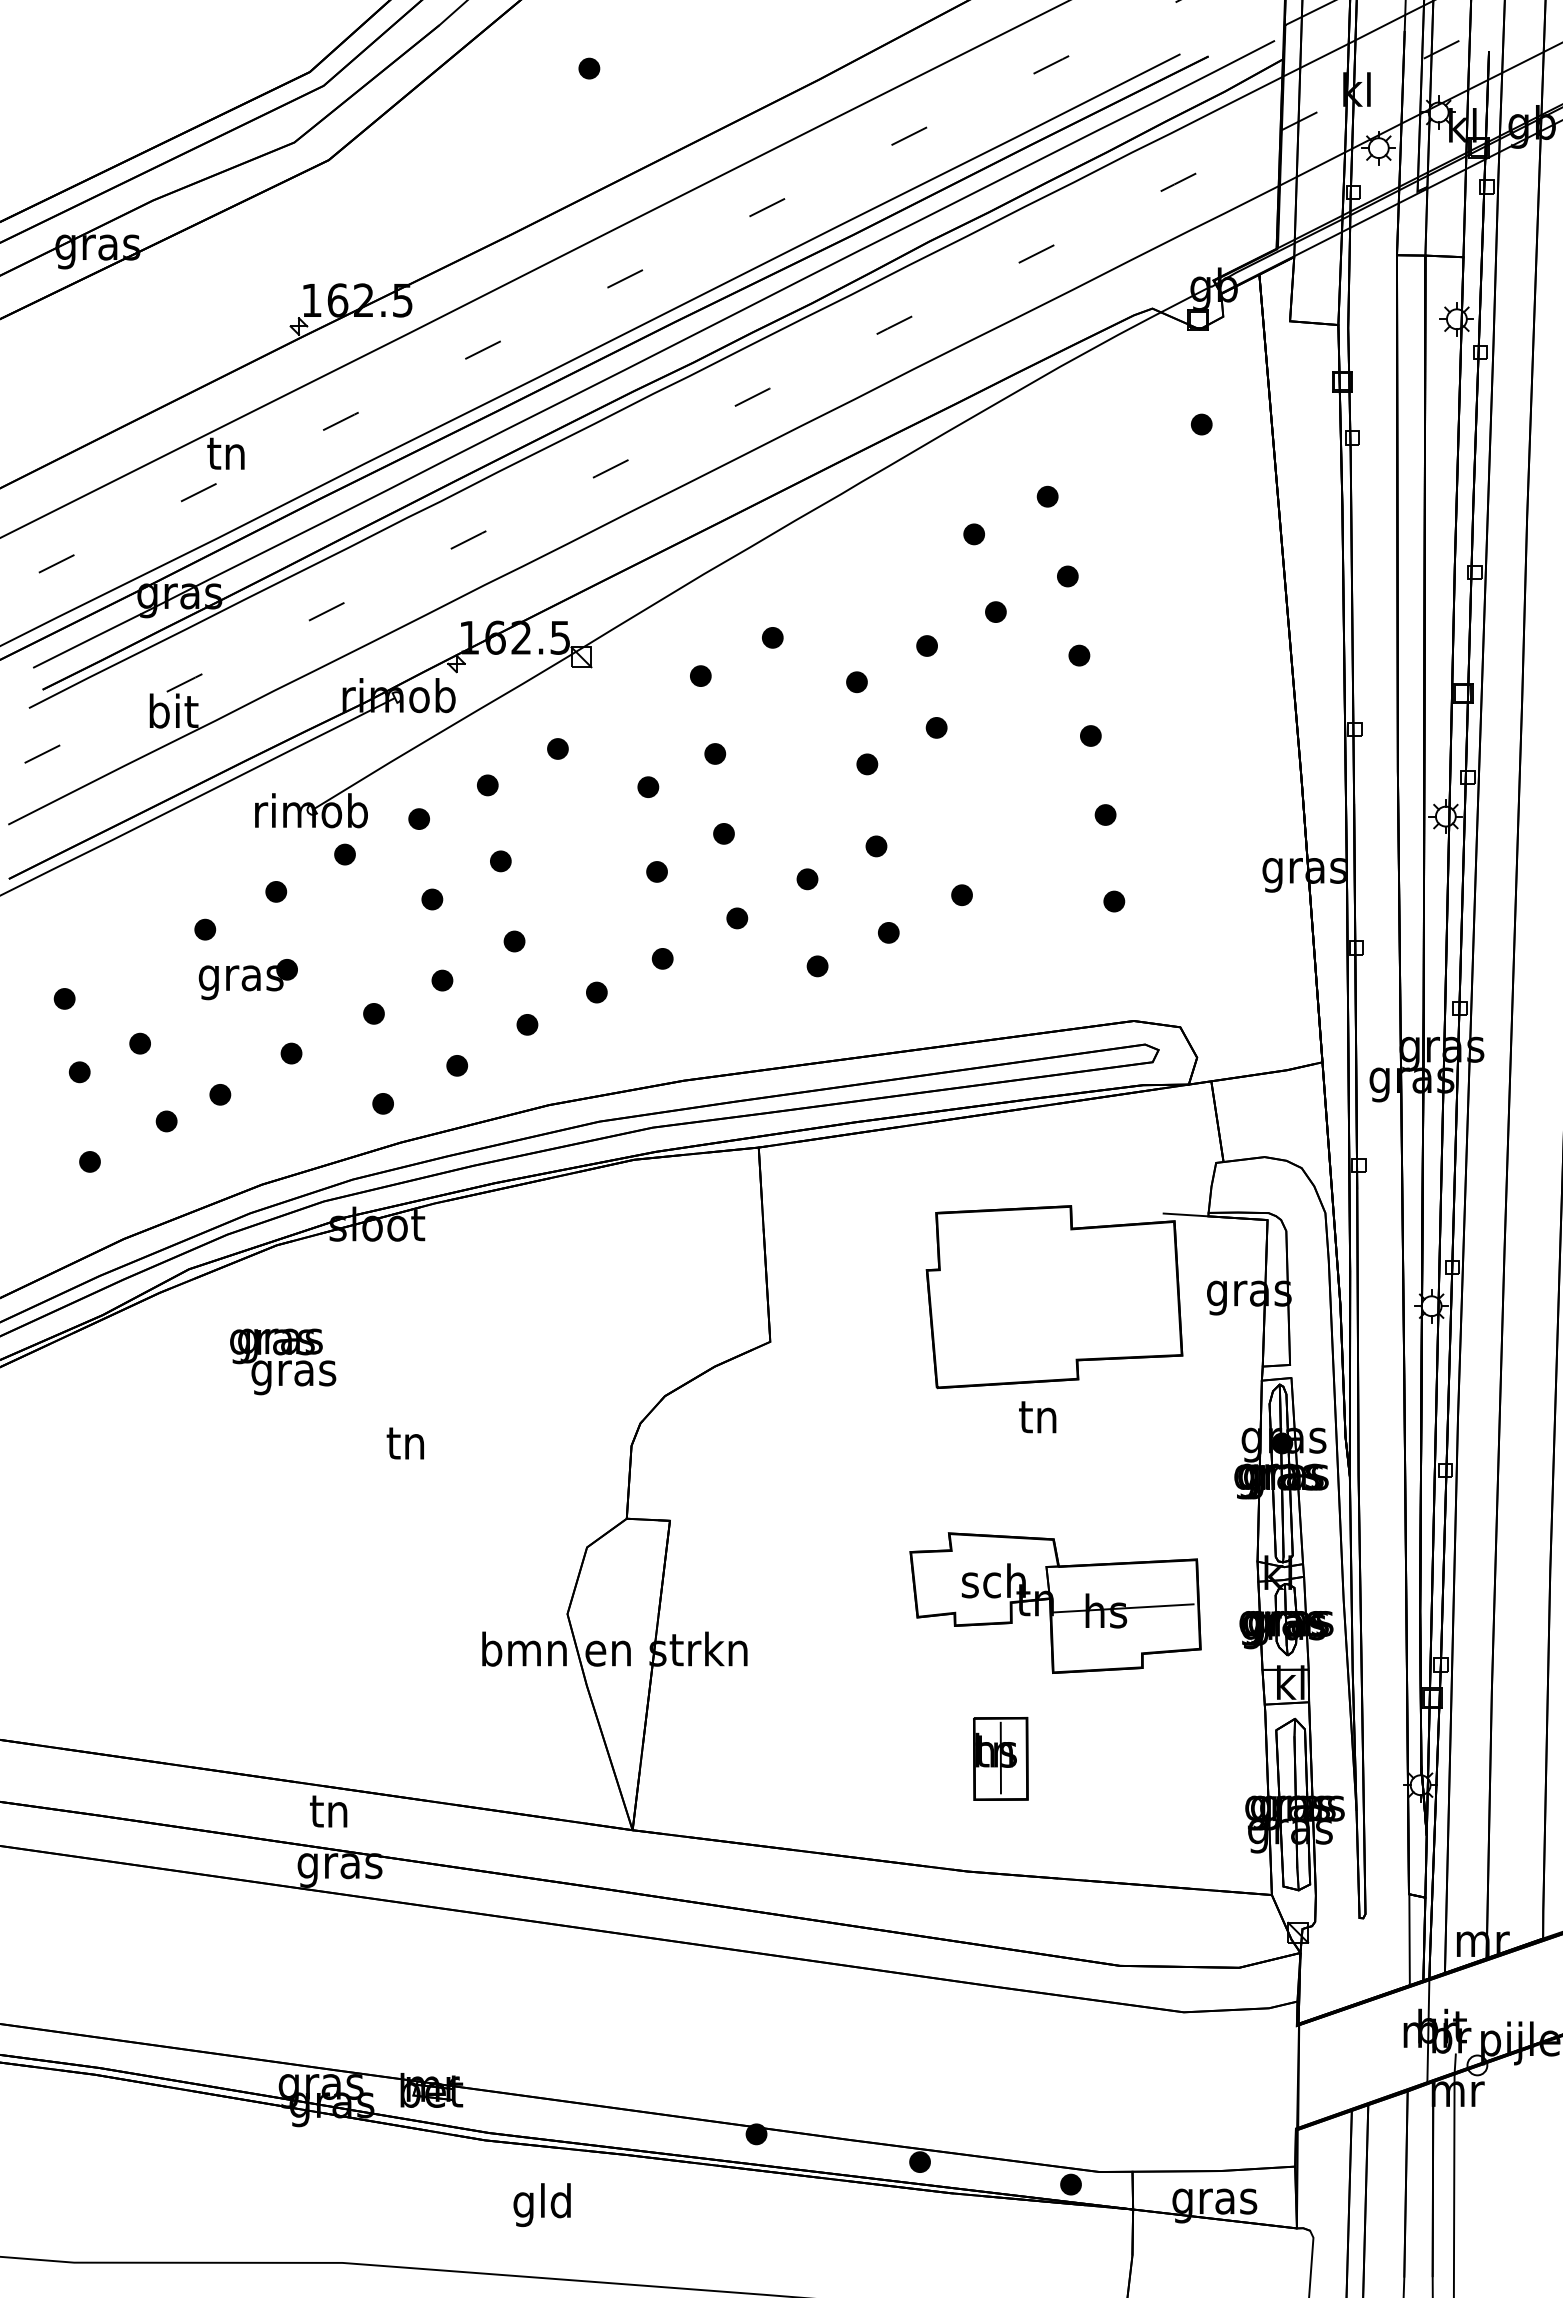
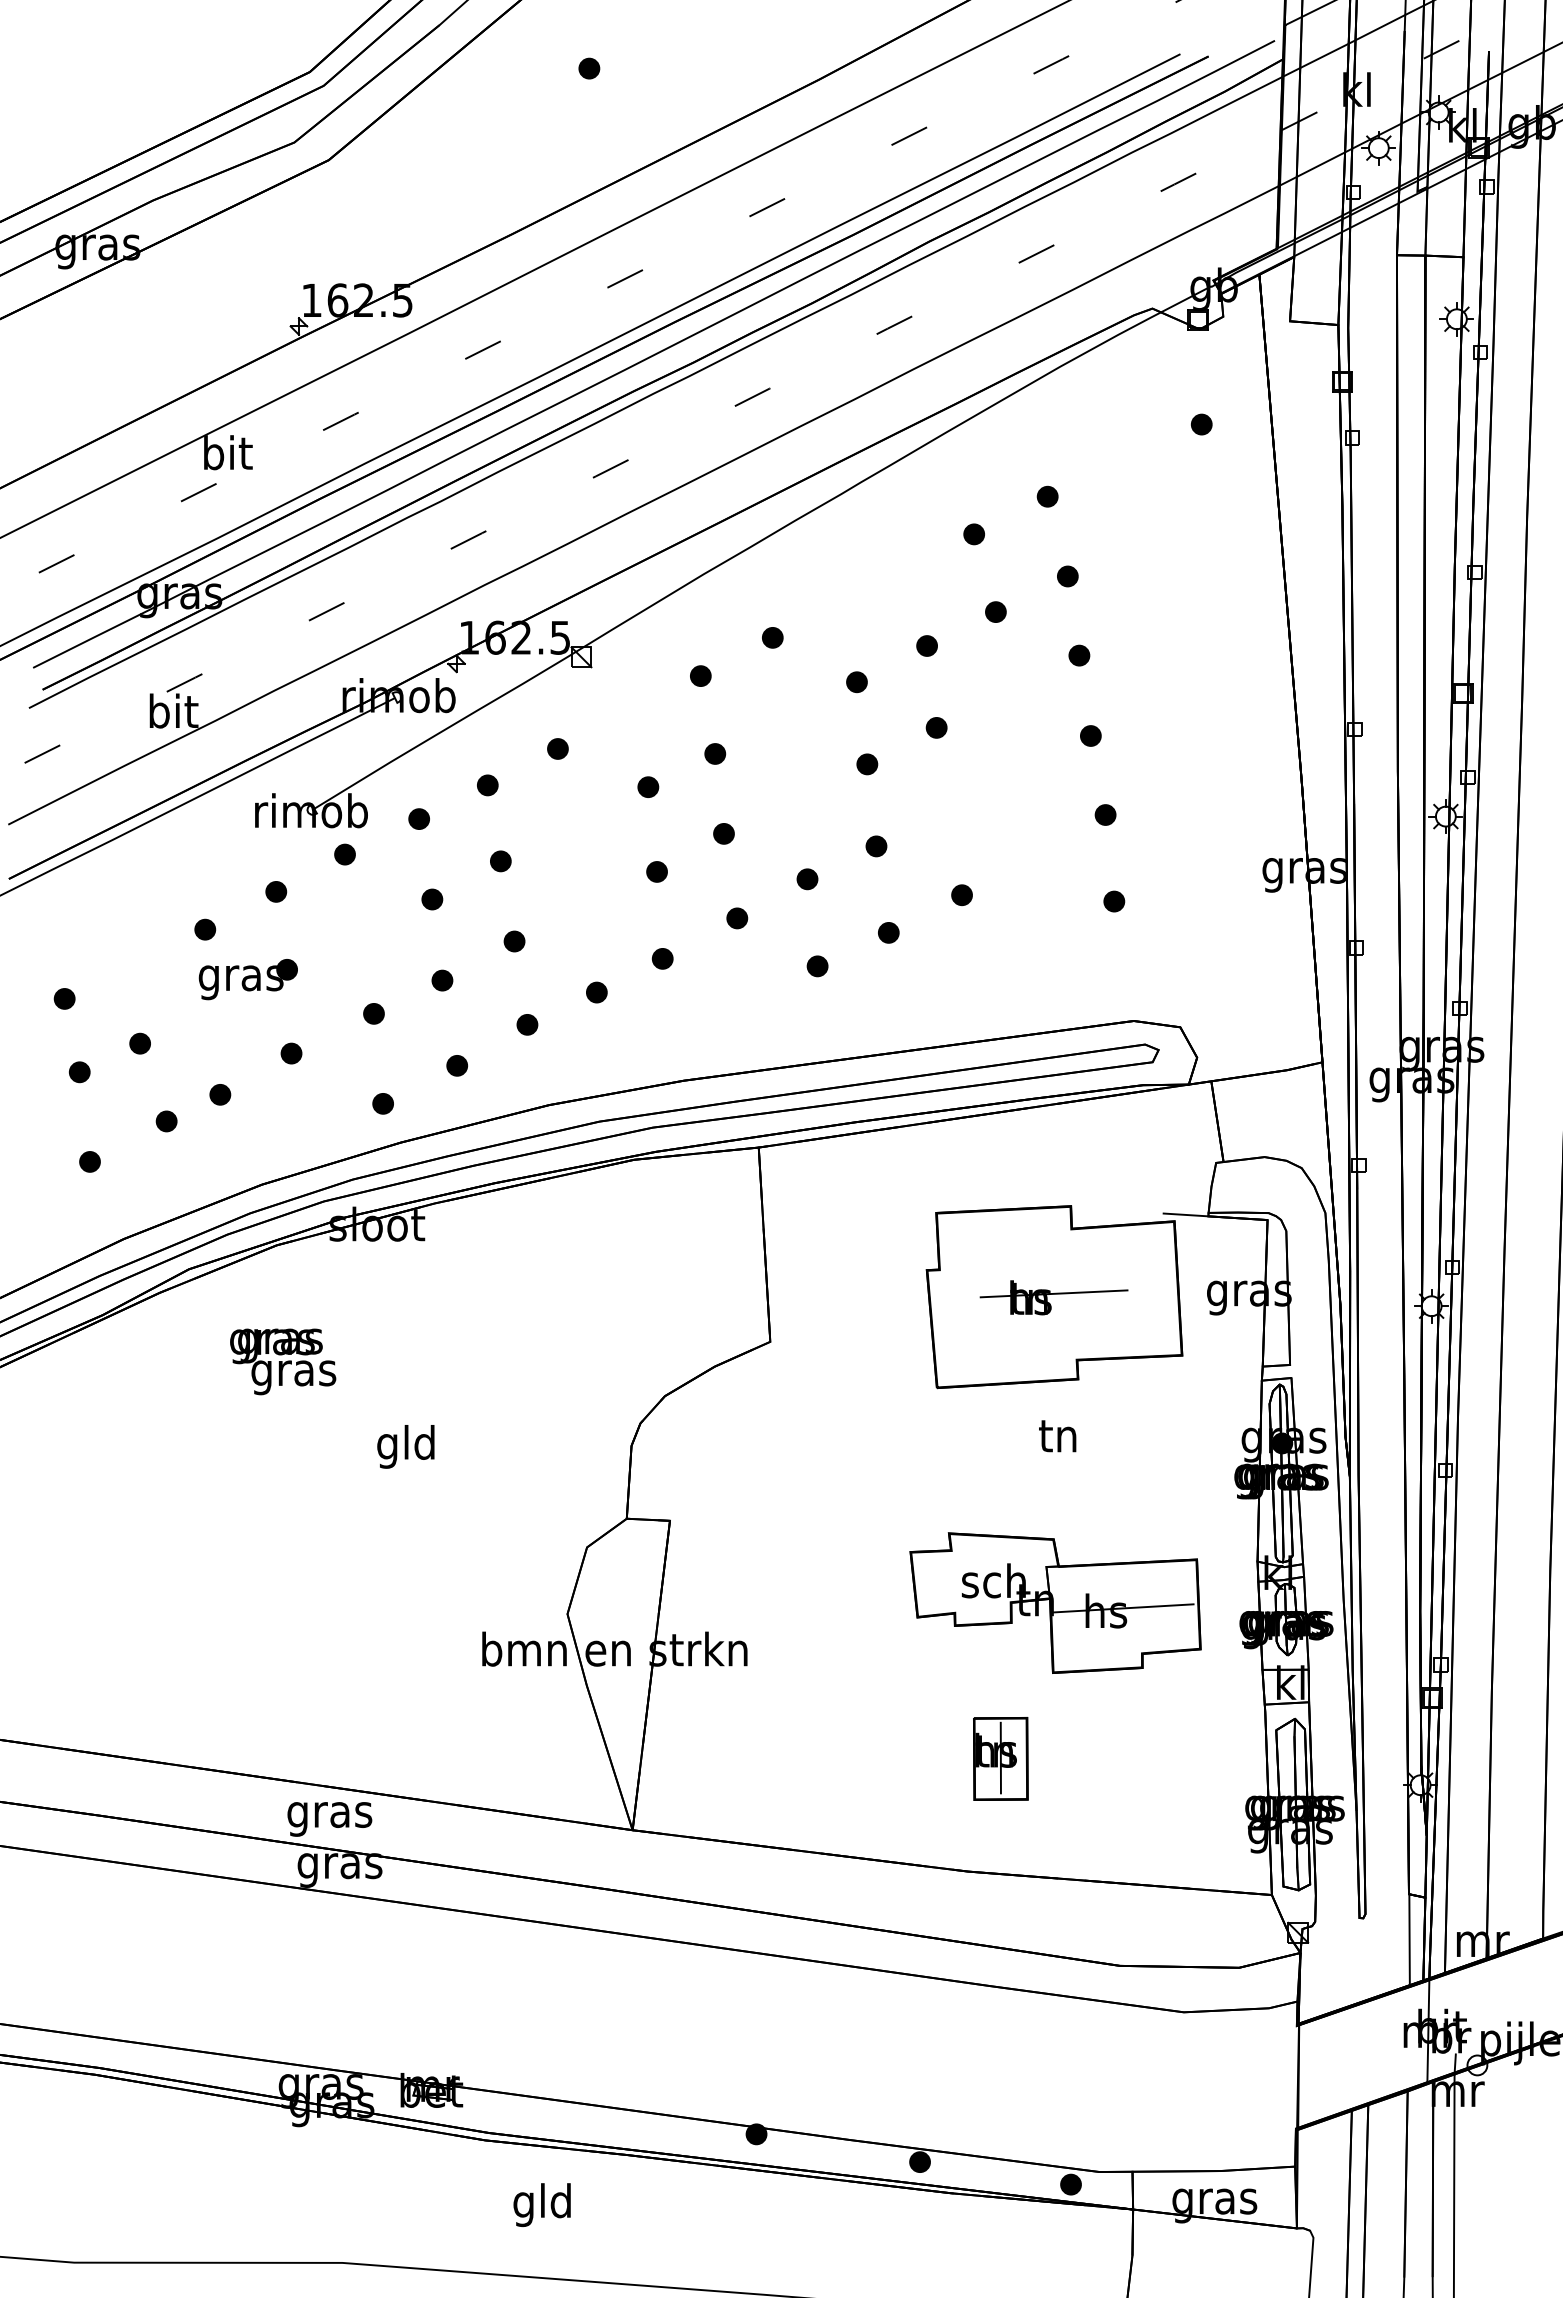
text at (228, 452): tn -> bit
part at (1053, 1297): none -> present
text at (1037, 1417) position: (1037, 1417) -> (1057, 1436)
text at (405, 1446): tn -> gld
text at (329, 1815): tn -> gras
